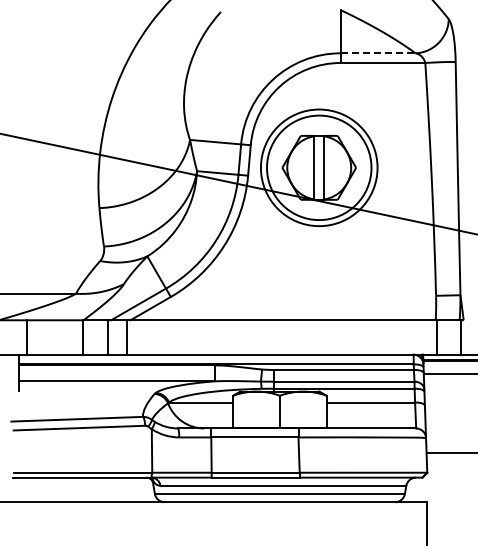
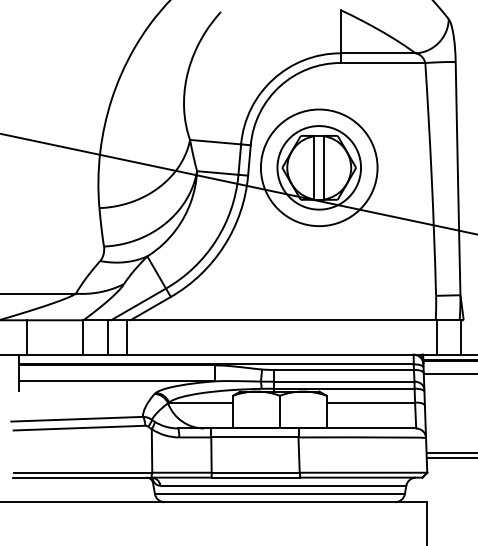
line at (378, 53): dashed -> solid
circle at (319, 167) diameter: 104 px -> 84 px
line at (450, 457): none -> present
